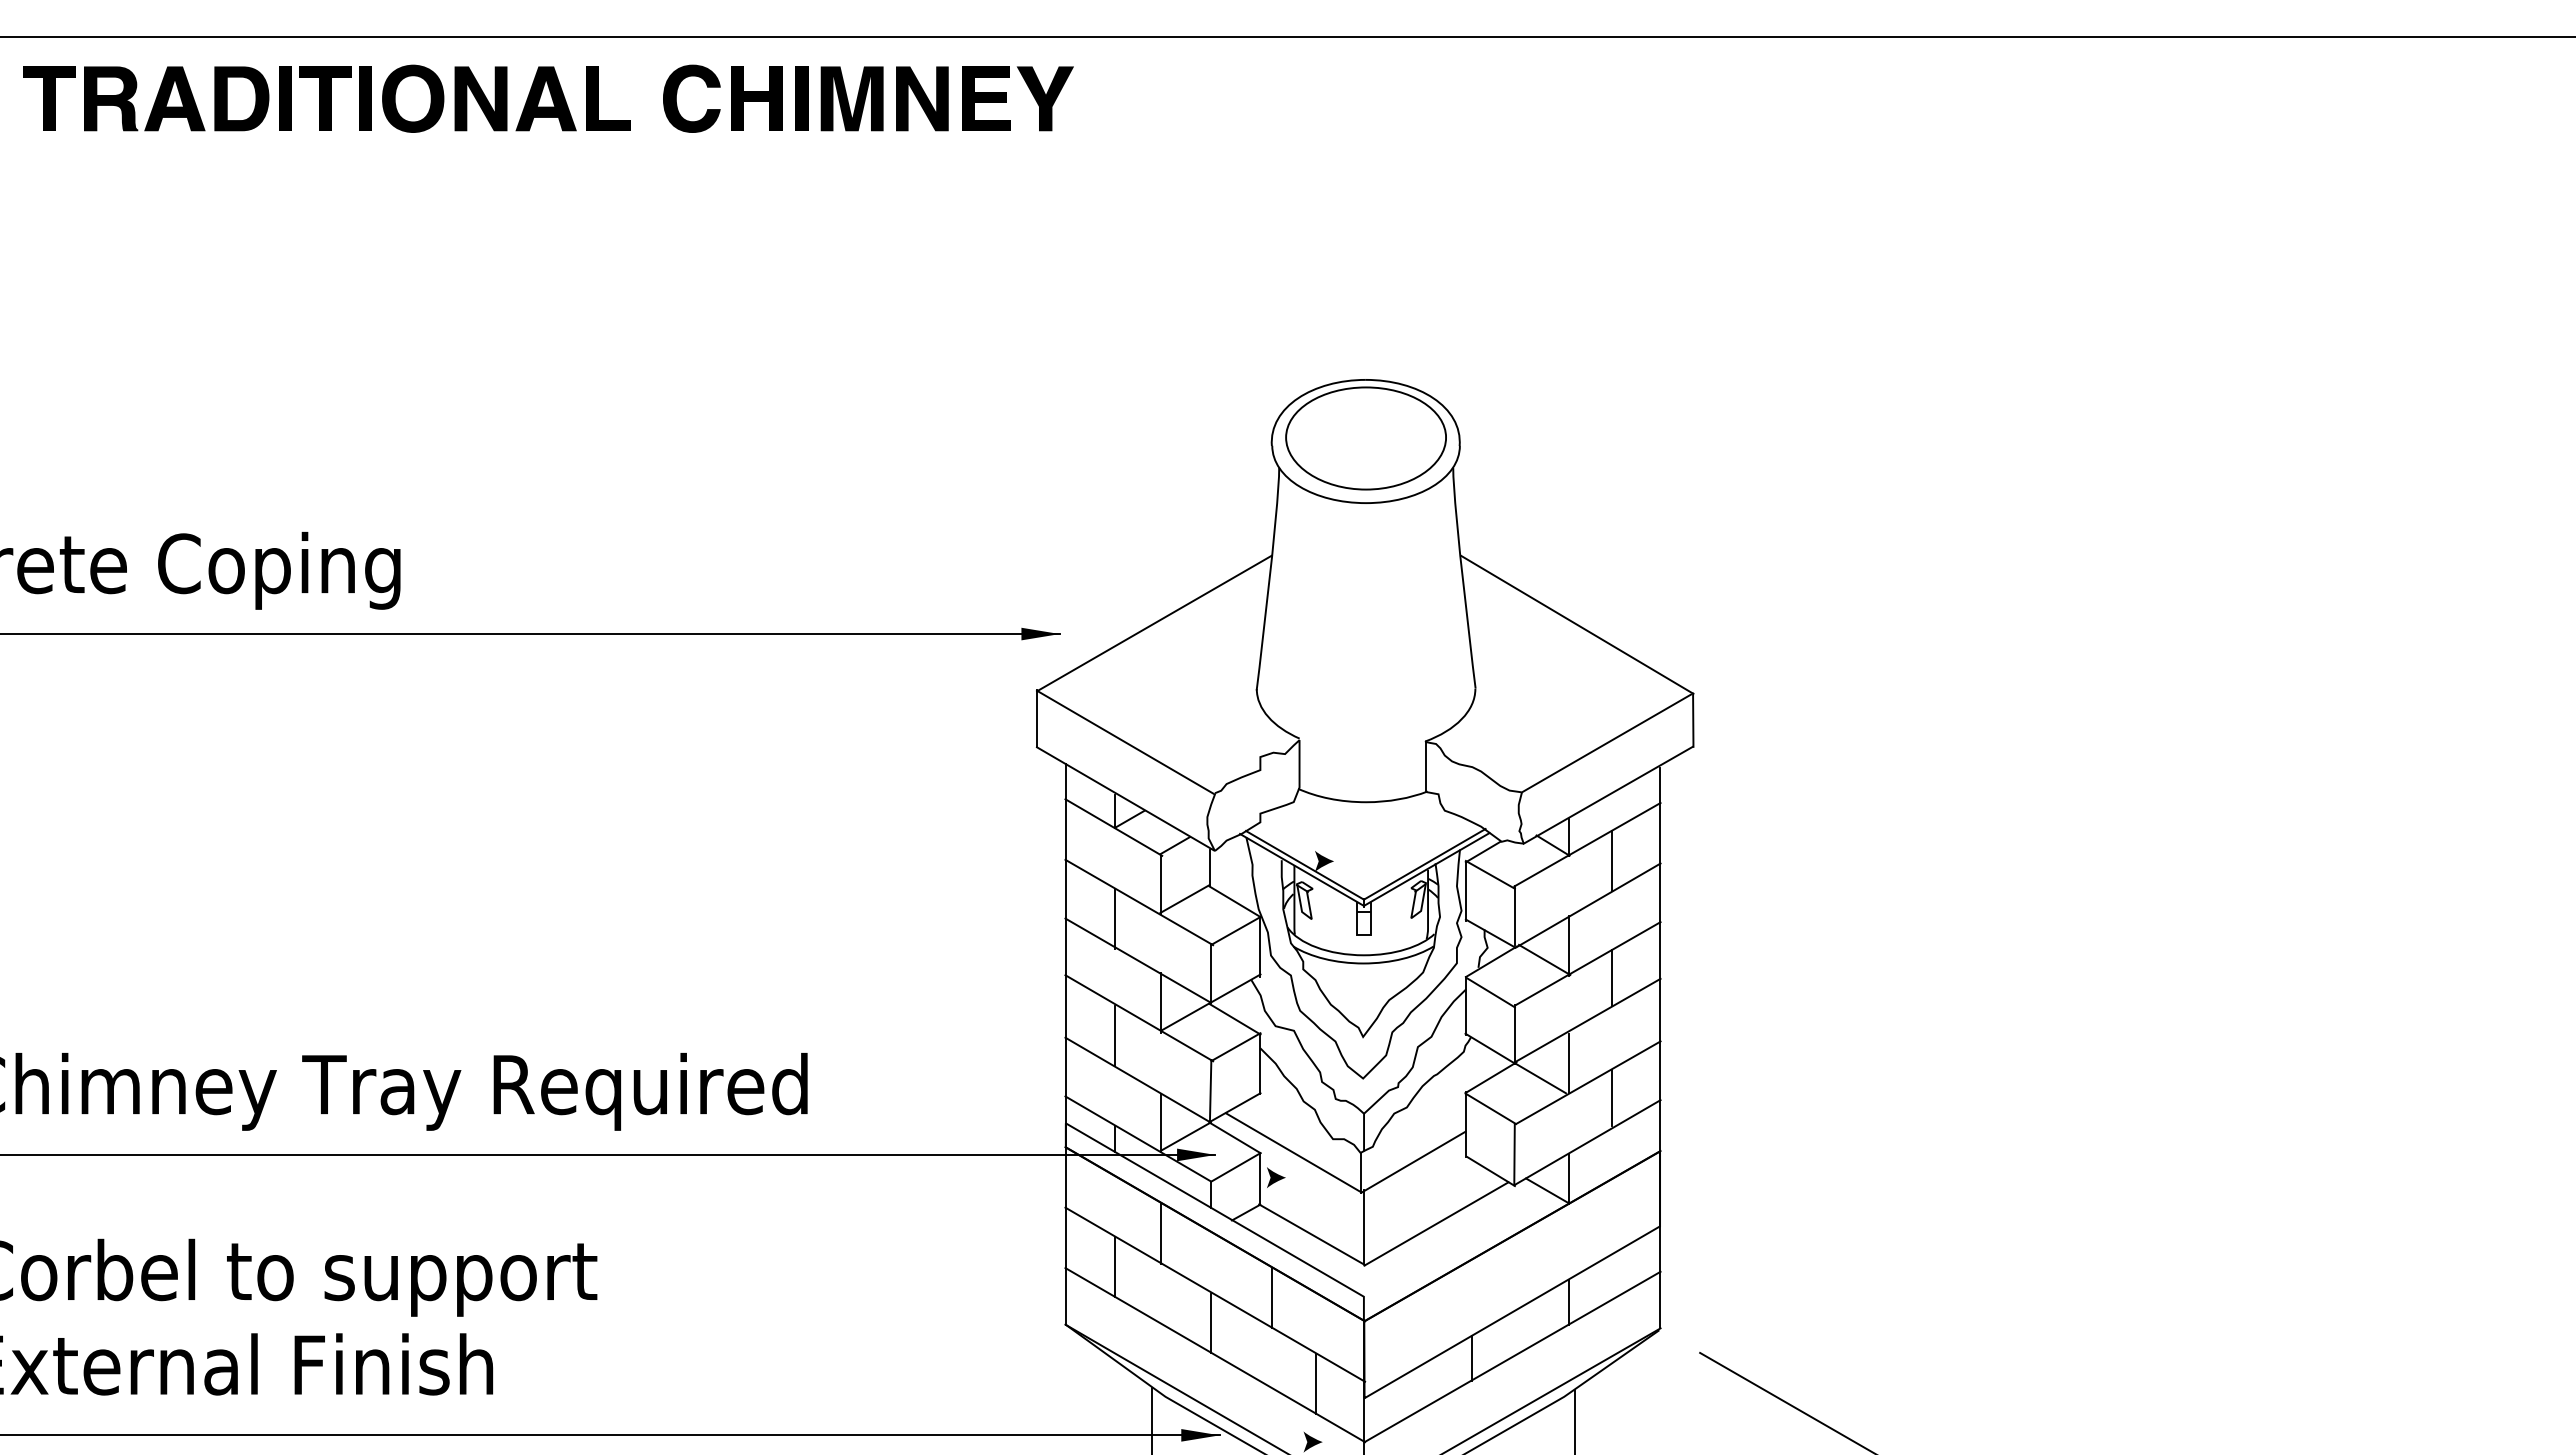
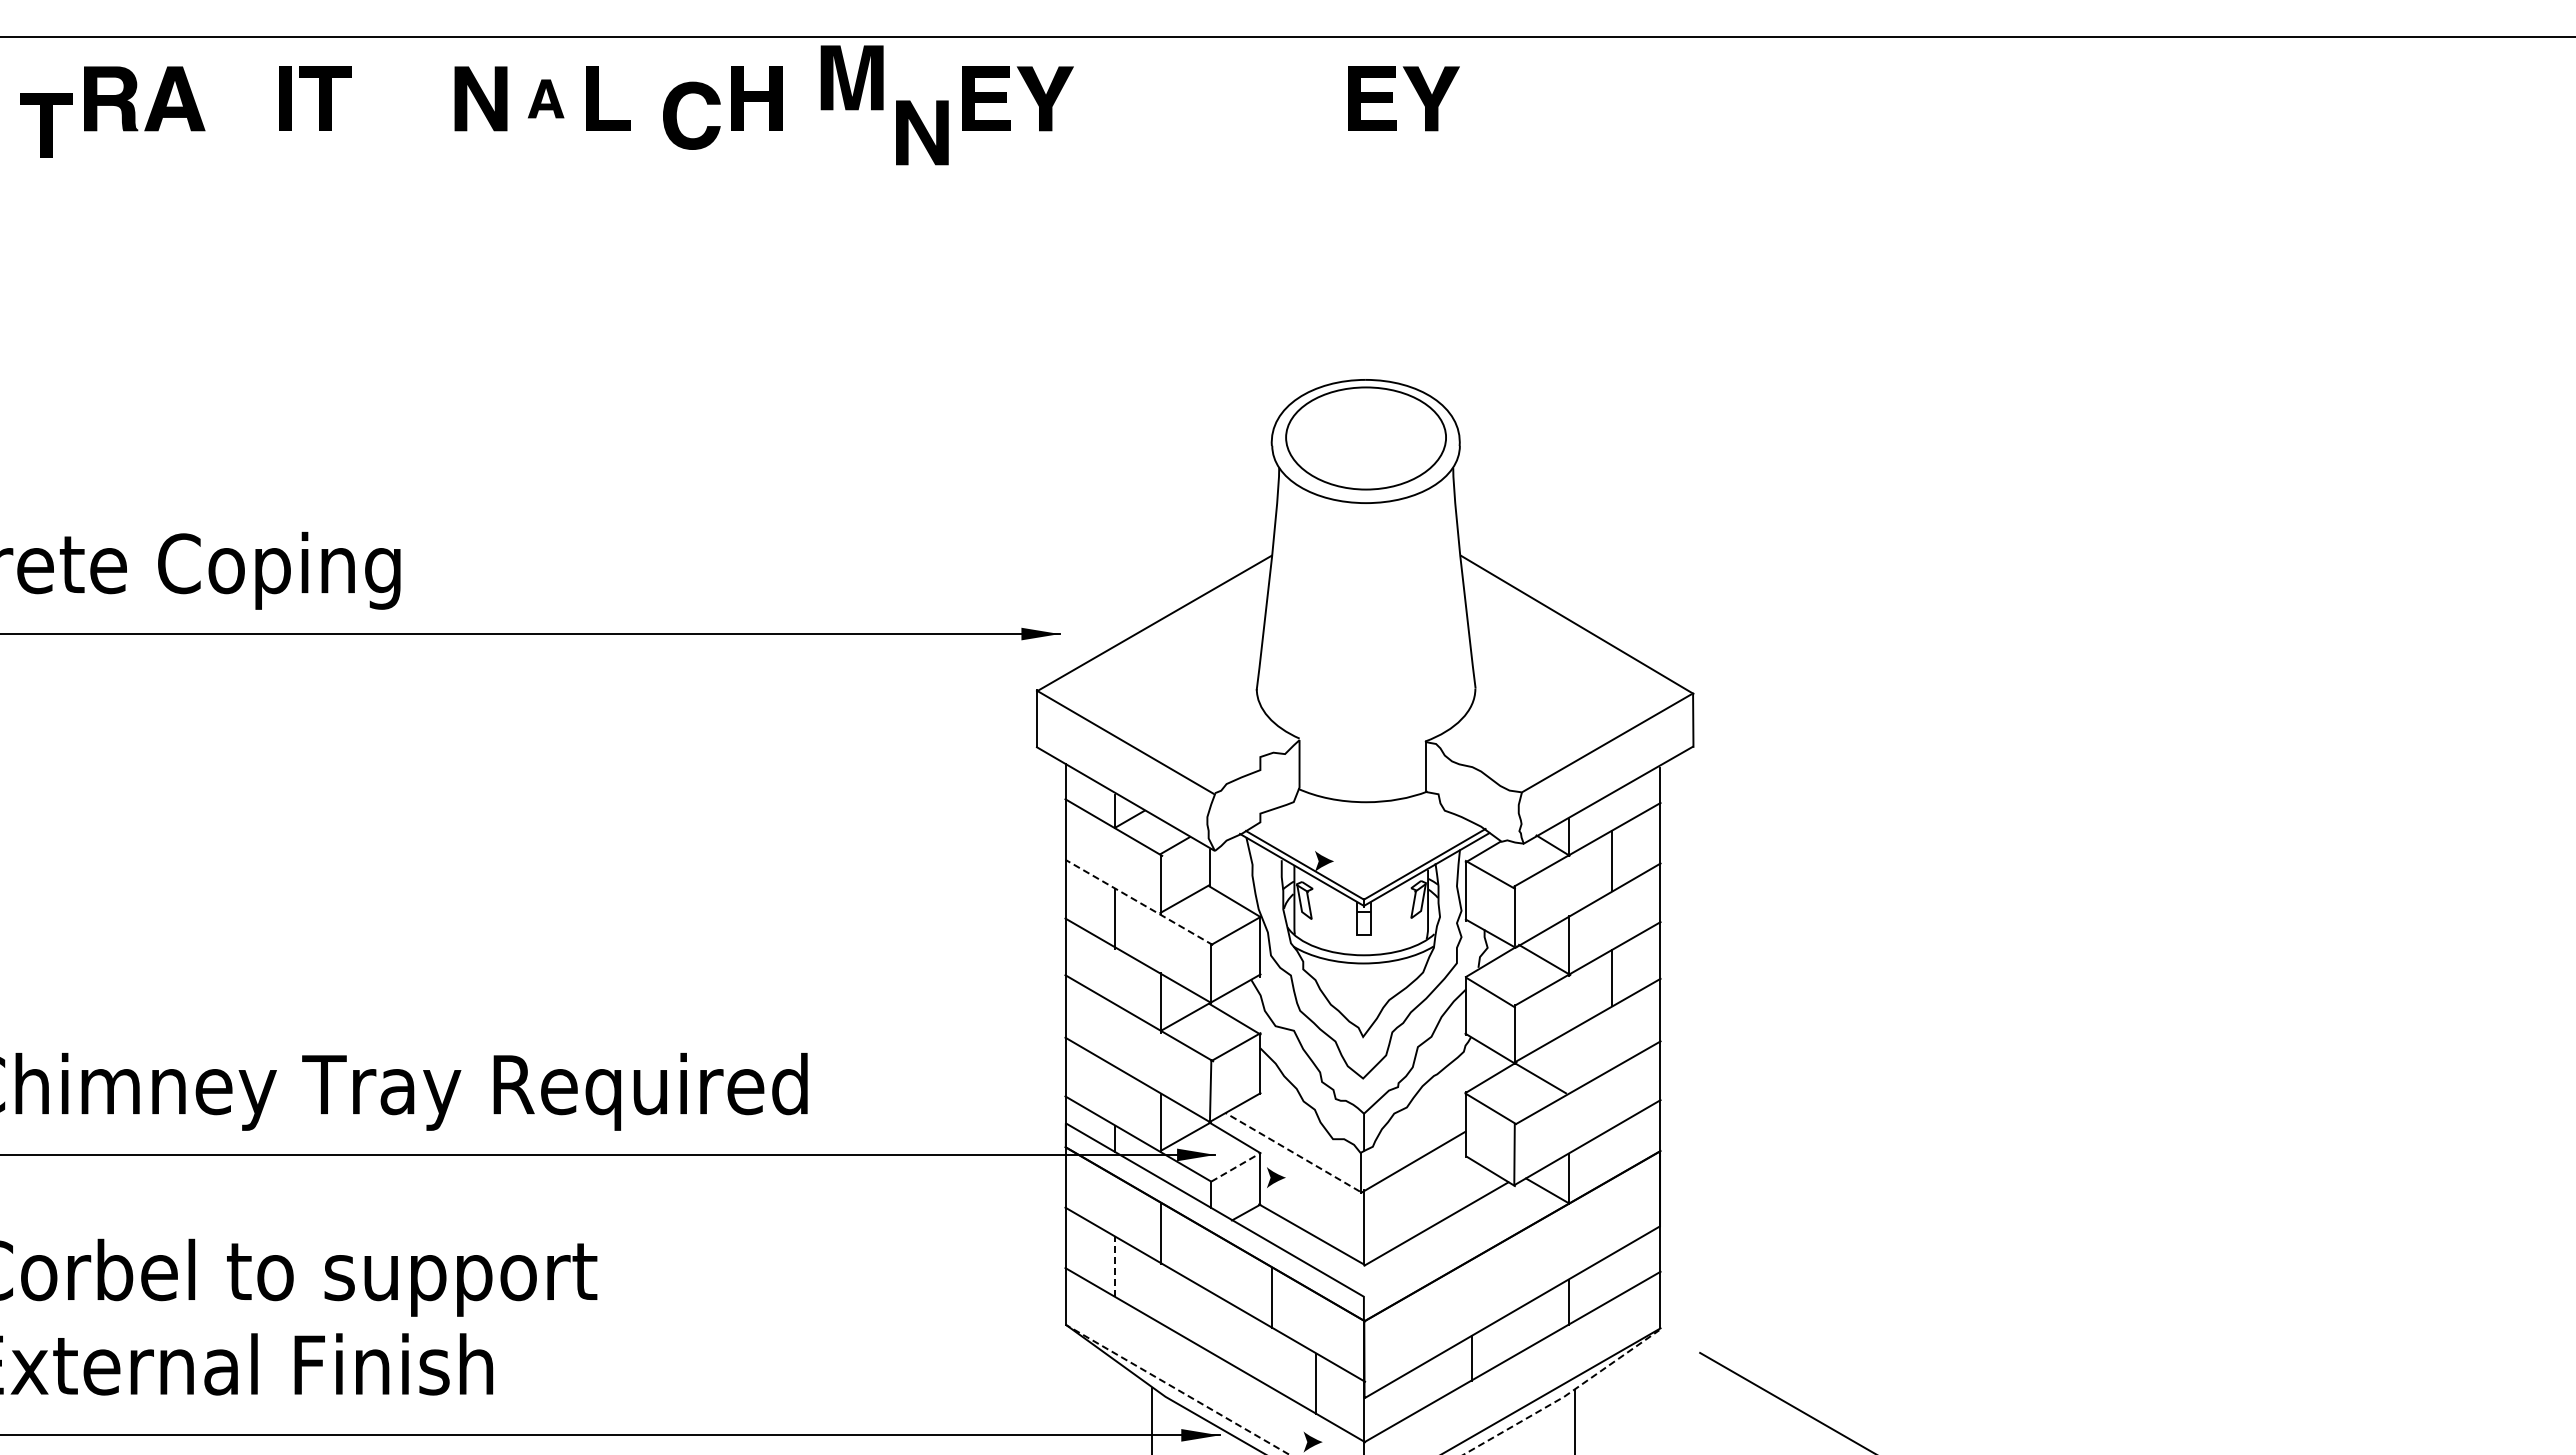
part at (677, 93) position: (677, 93) -> (677, 110)
part at (49, 98) position: (49, 98) -> (46, 125)
part at (241, 98): present -> none
fill at (365, 98): present -> none
part at (413, 98): present -> none
part at (545, 98) size: 62x66 px -> 37x40 px
part at (801, 98): present -> none
part at (851, 98) position: (851, 98) -> (851, 77)
part at (922, 98) position: (922, 98) -> (922, 132)
part at (1392, 98): none -> present
line at (1138, 902): solid -> dashed
line at (1115, 1036): present -> none
line at (1568, 1063): present -> none
line at (1612, 1097): present -> none
line at (1293, 1152): solid -> dashed
line at (1236, 1167): solid -> dashed
line at (1115, 1267): solid -> dashed
line at (1211, 1323): present -> none
line at (1176, 1389): solid -> dashed
line at (1564, 1396): solid -> dashed
